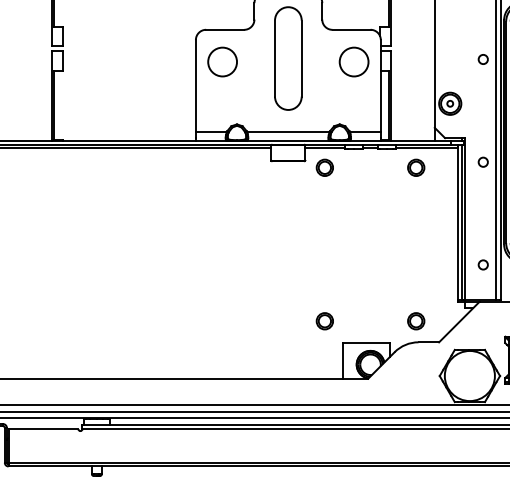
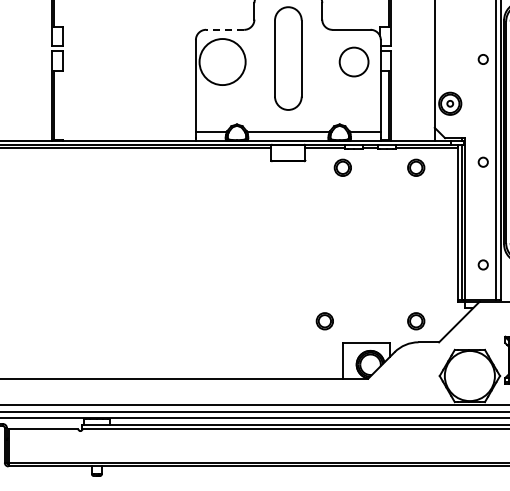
line at (225, 29): solid -> dashed
circle at (222, 61) diameter: 29 px -> 46 px
part at (324, 167) position: (324, 167) -> (342, 167)
